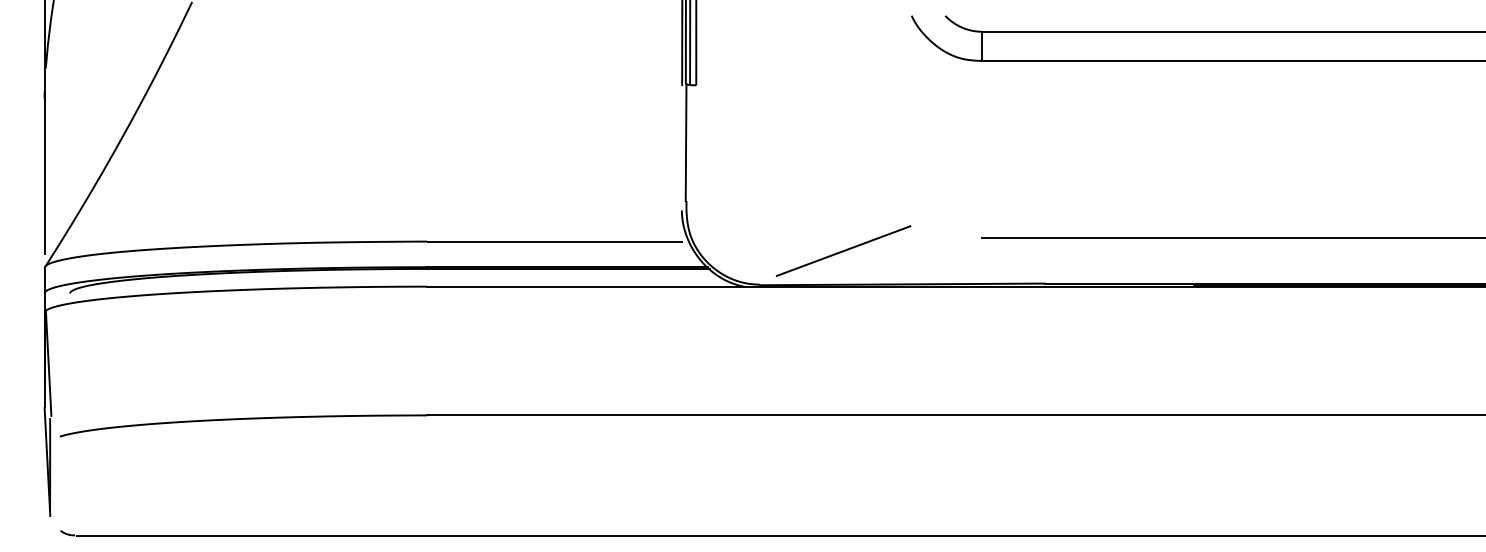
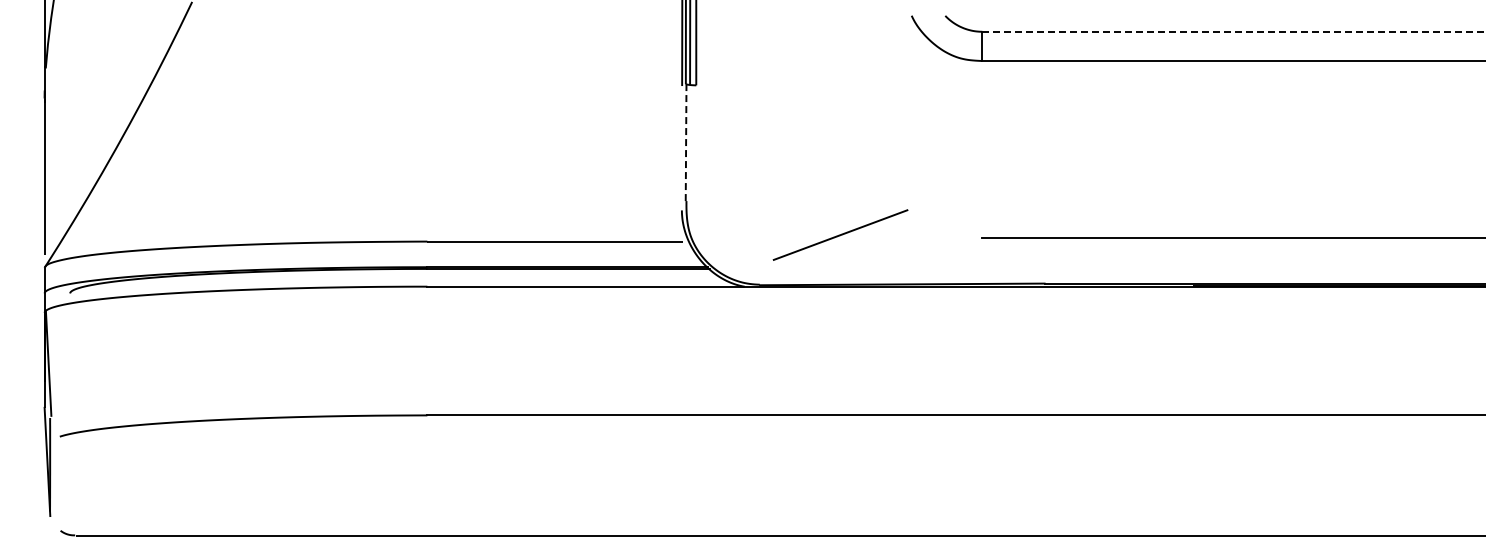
line at (1234, 31): solid -> dashed
line at (686, 142): solid -> dashed
line at (843, 250) position: (843, 250) -> (840, 234)
